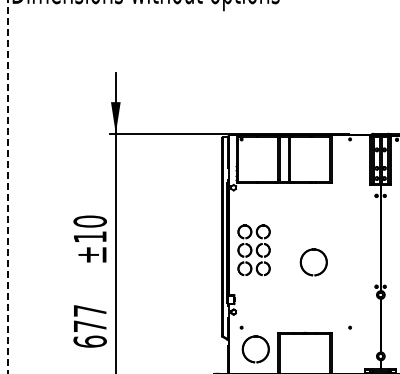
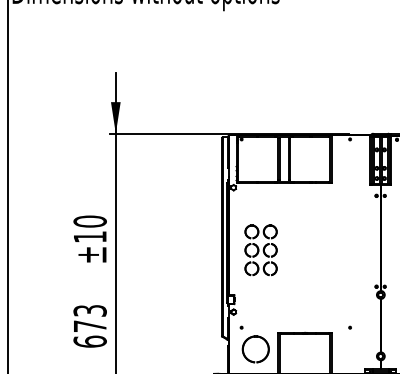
line at (7, 187): dashed -> solid
part at (253, 250) position: (253, 250) -> (260, 250)
part at (313, 262): present -> none
text at (89, 310): 677 -> 673
